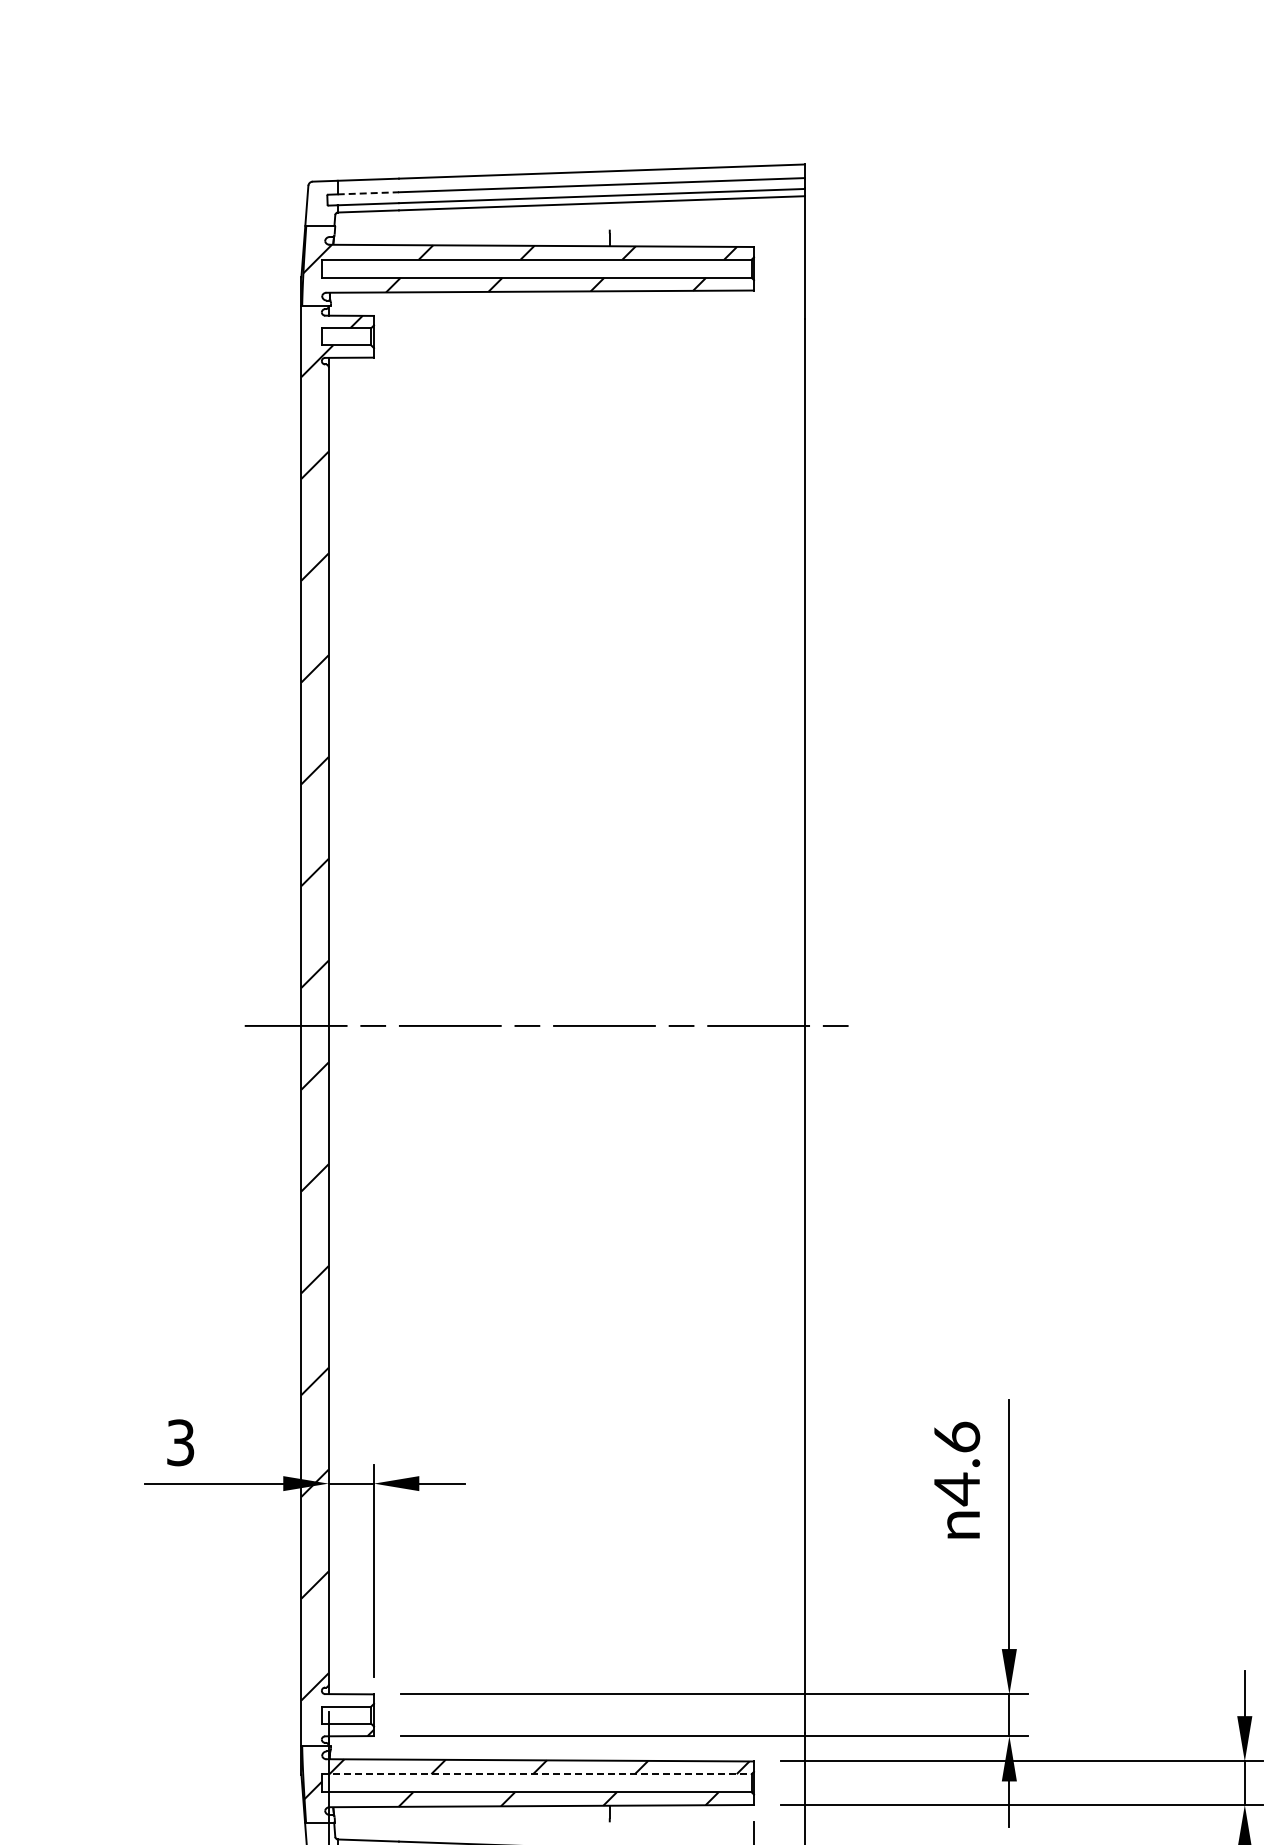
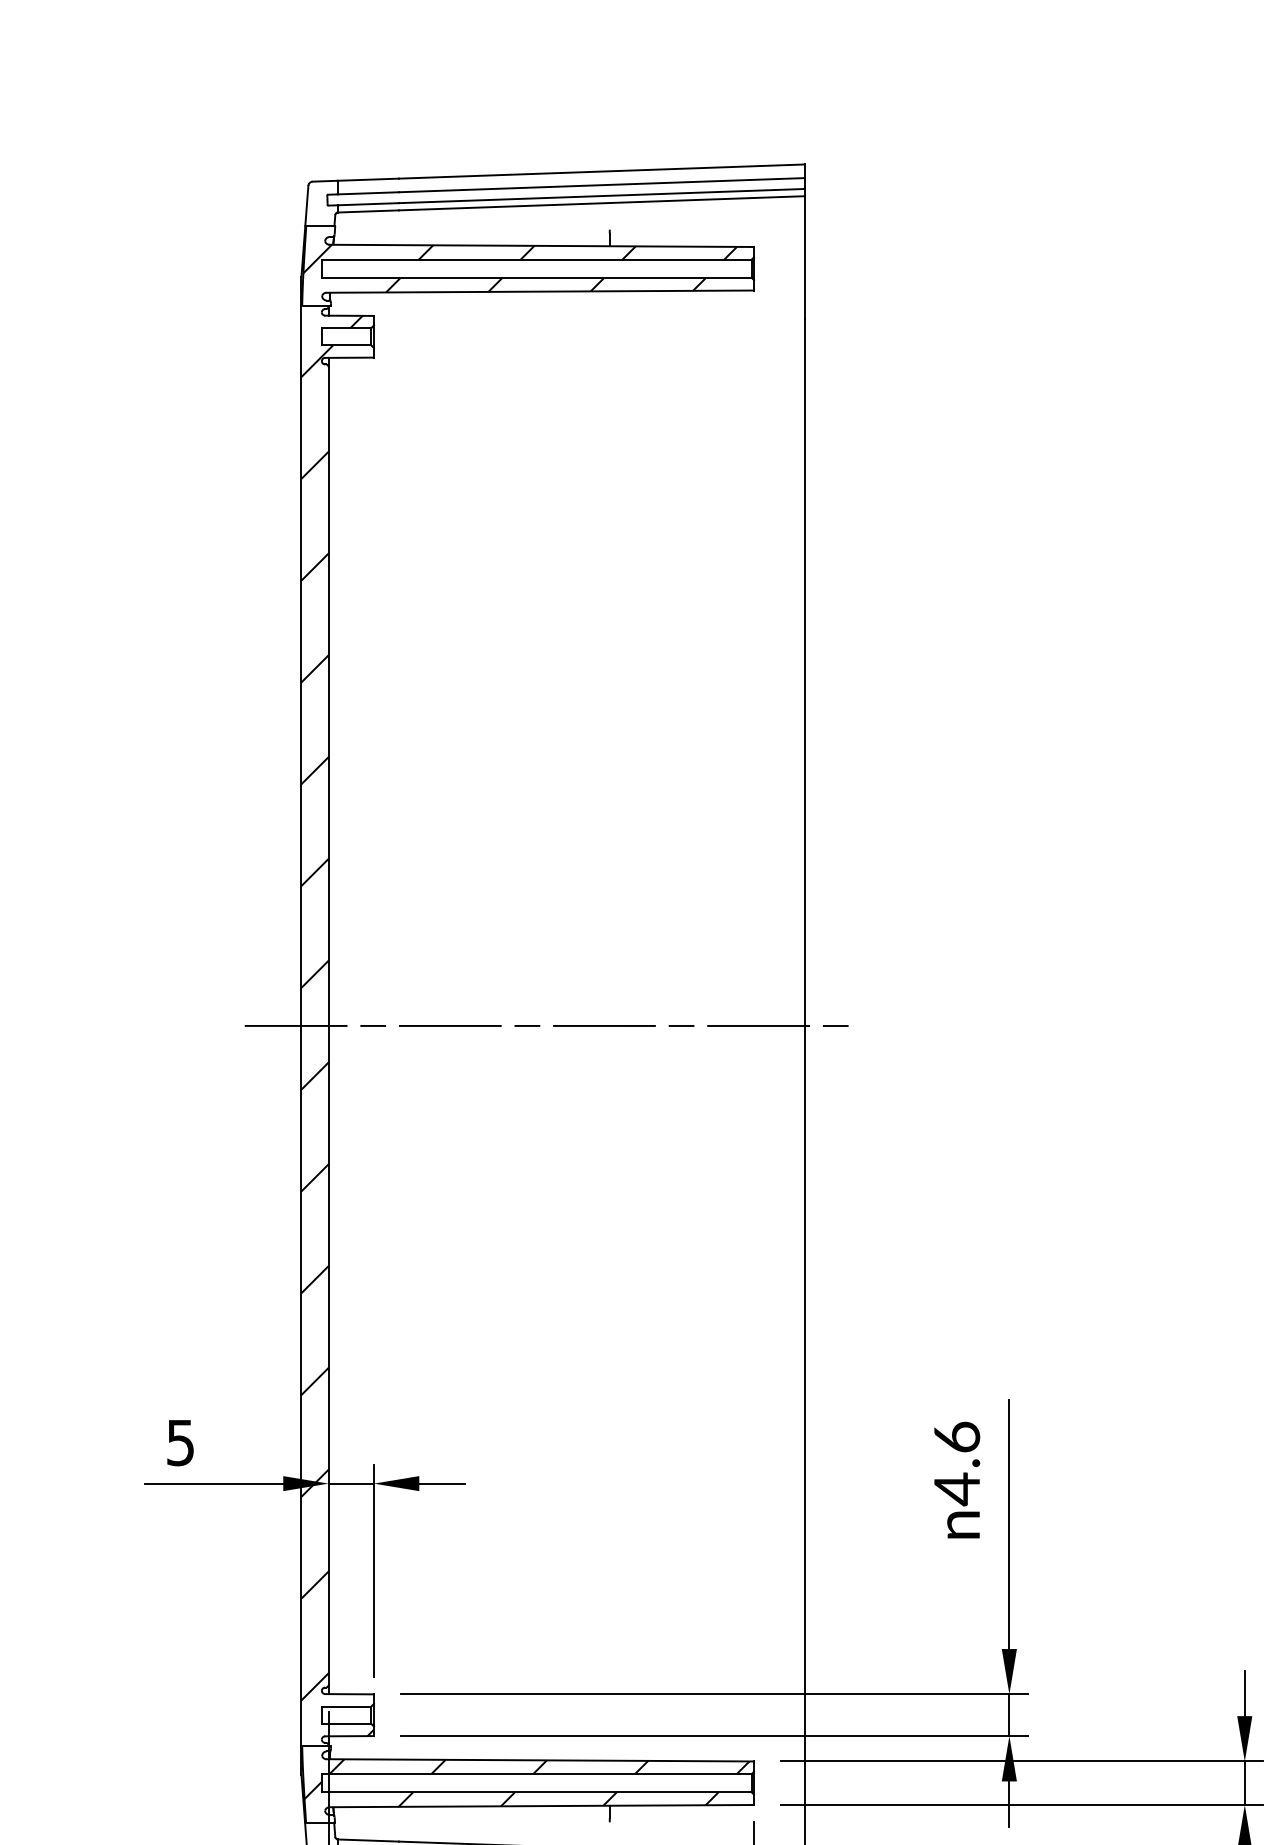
line at (368, 193): dashed -> solid
text at (180, 1442): 3 -> 5
line at (536, 1774): dashed -> solid
